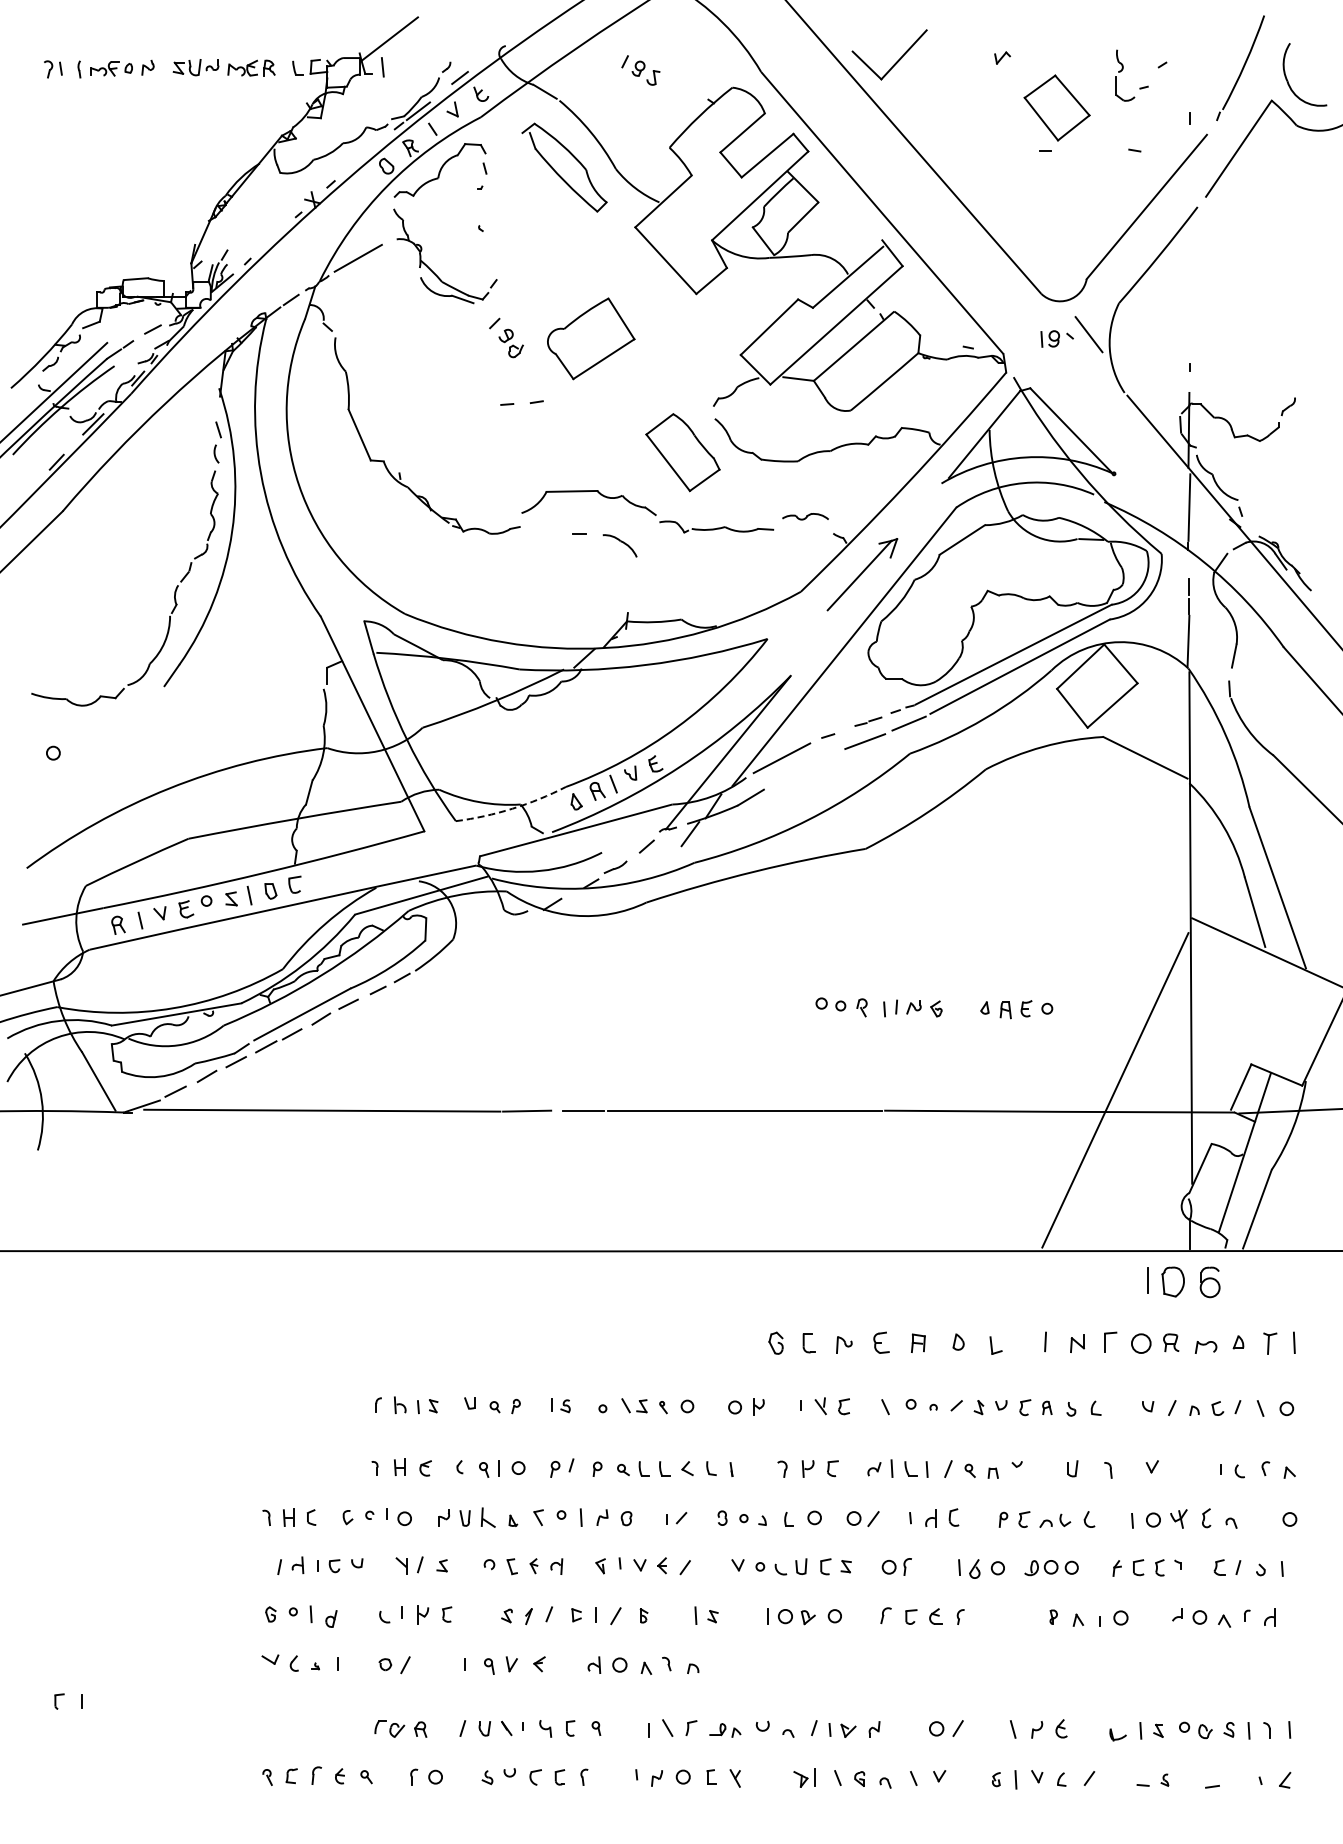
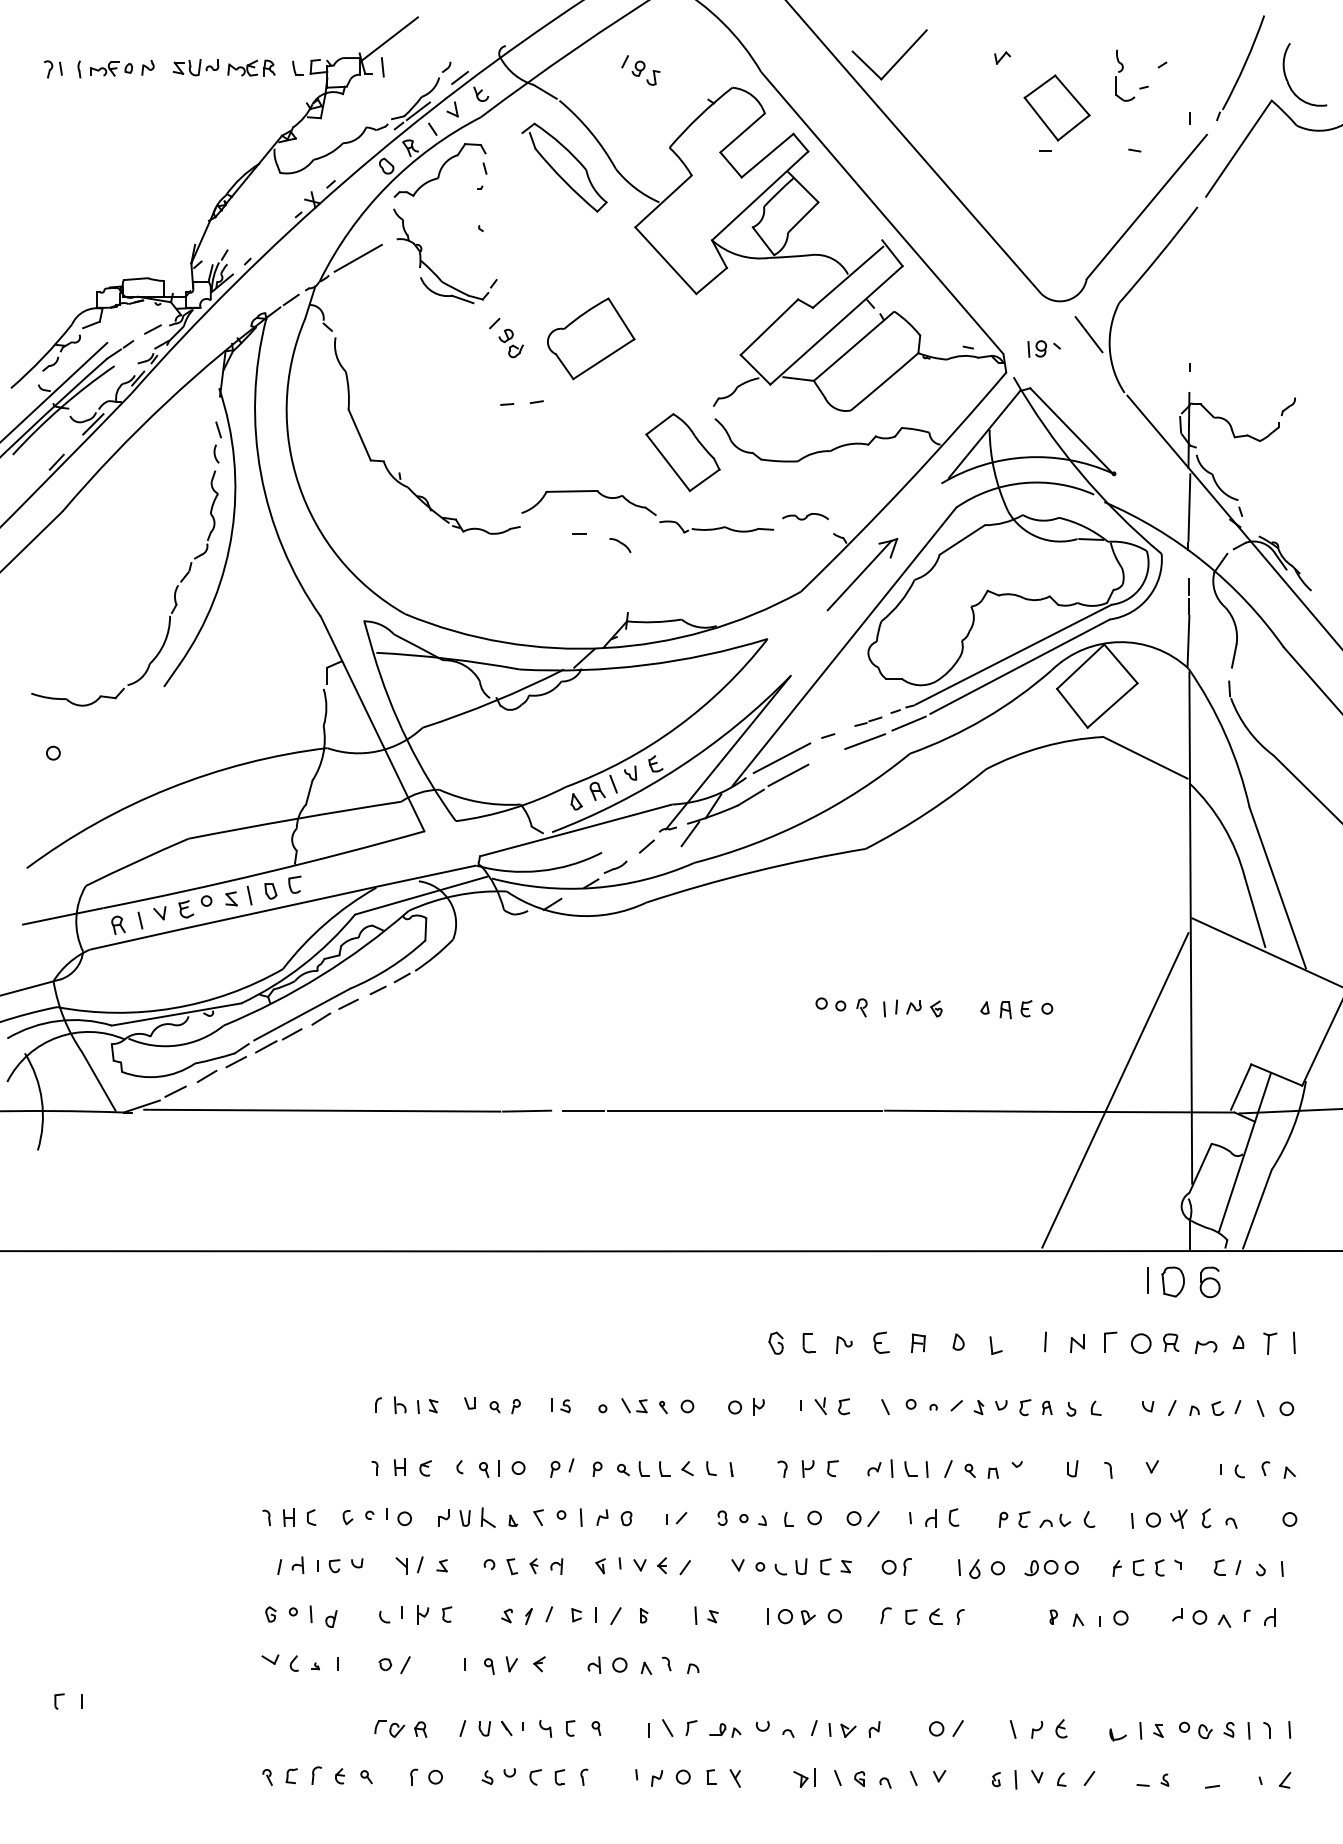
part at (1056, 338) position: (1056, 338) -> (1043, 348)
part at (619, 545) size: 36x24 px -> 23x15 px
line at (788, 775): none -> present
arc at (512, 808): dashed -> solid
